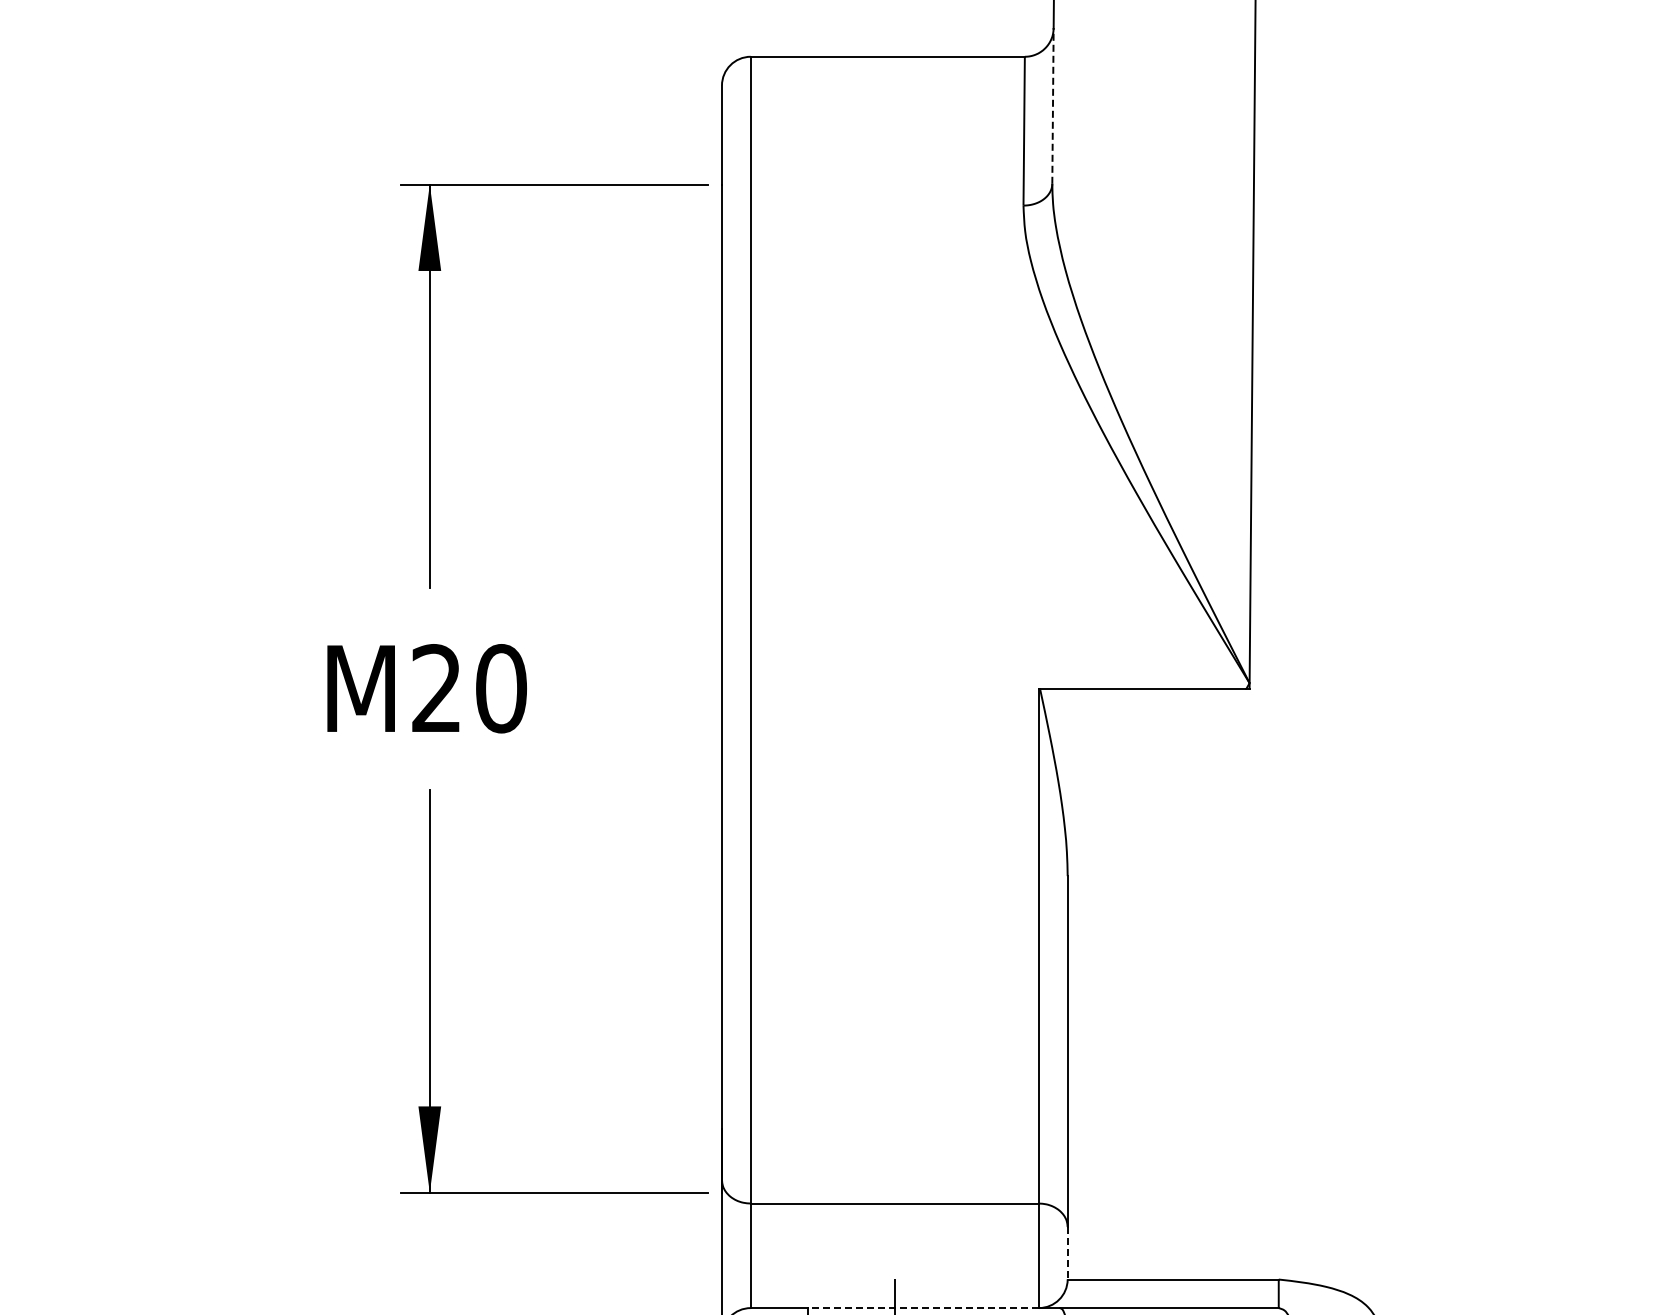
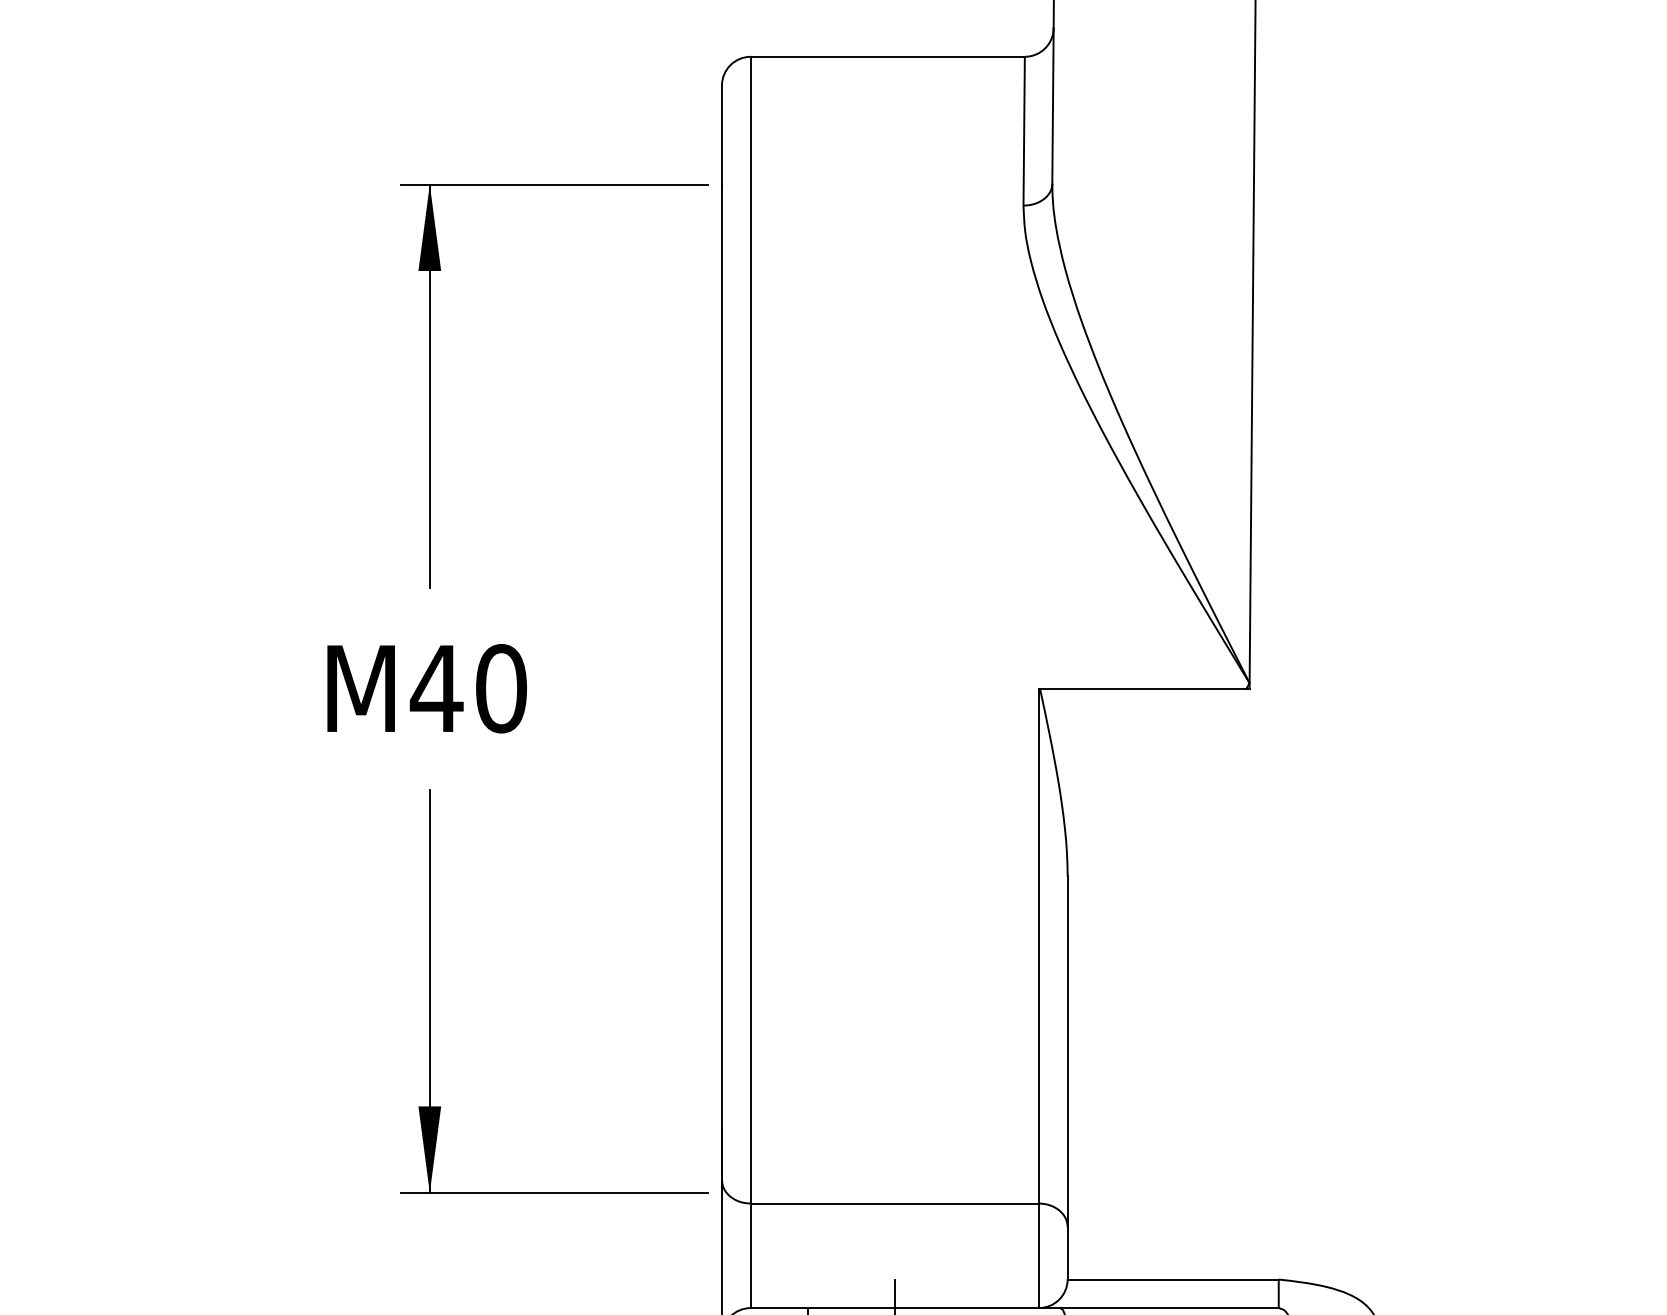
line at (1052, 106): dashed -> solid
text at (436, 687): M20 -> M40
line at (1067, 1253): dashed -> solid
line at (923, 1308): dashed -> solid
